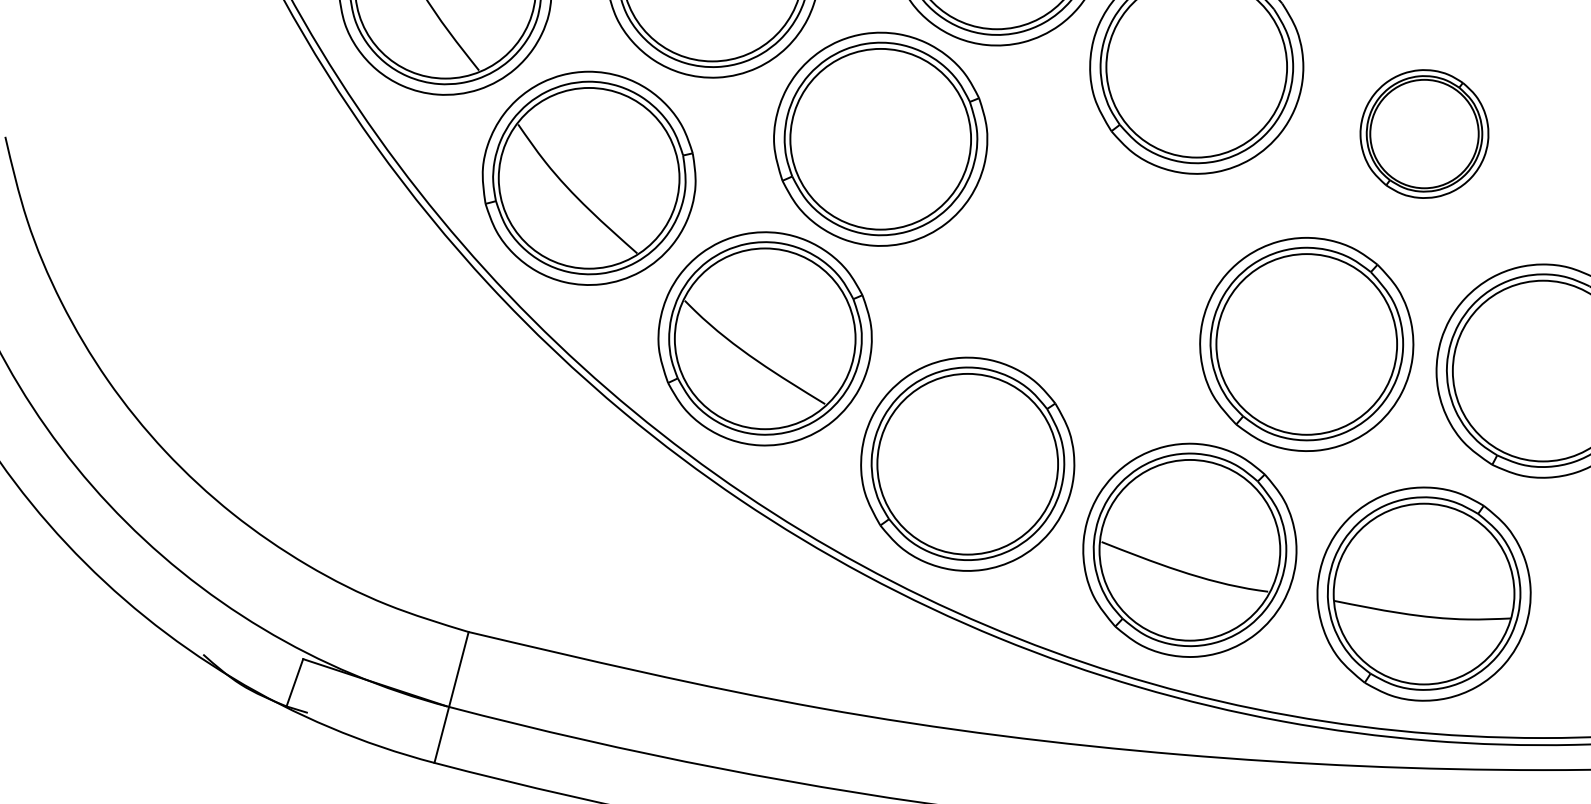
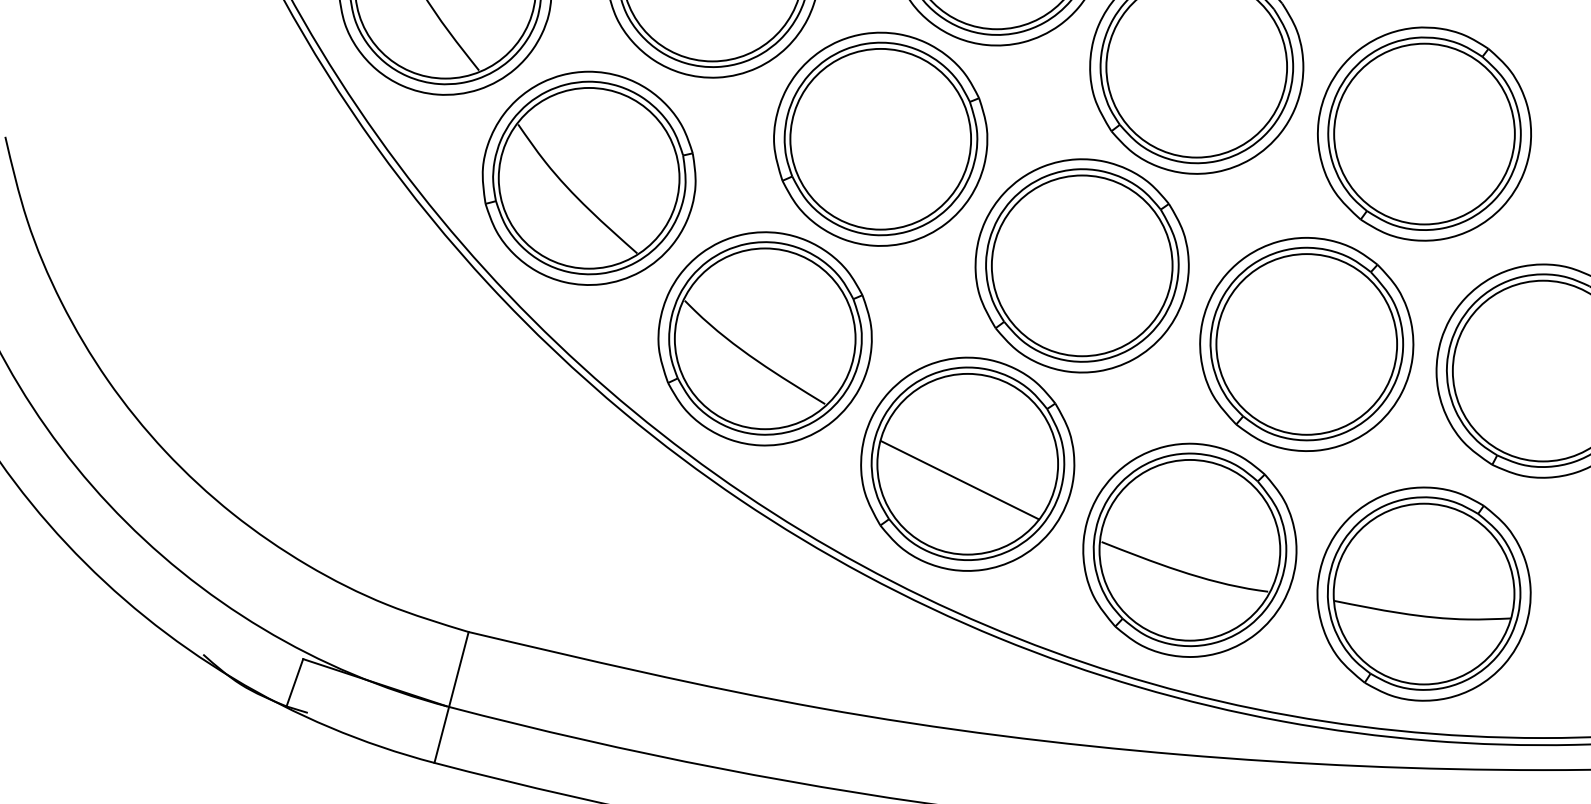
part at (1424, 133) size: 131x130 px -> 215x216 px
part at (1081, 265): none -> present
line at (960, 480): none -> present
